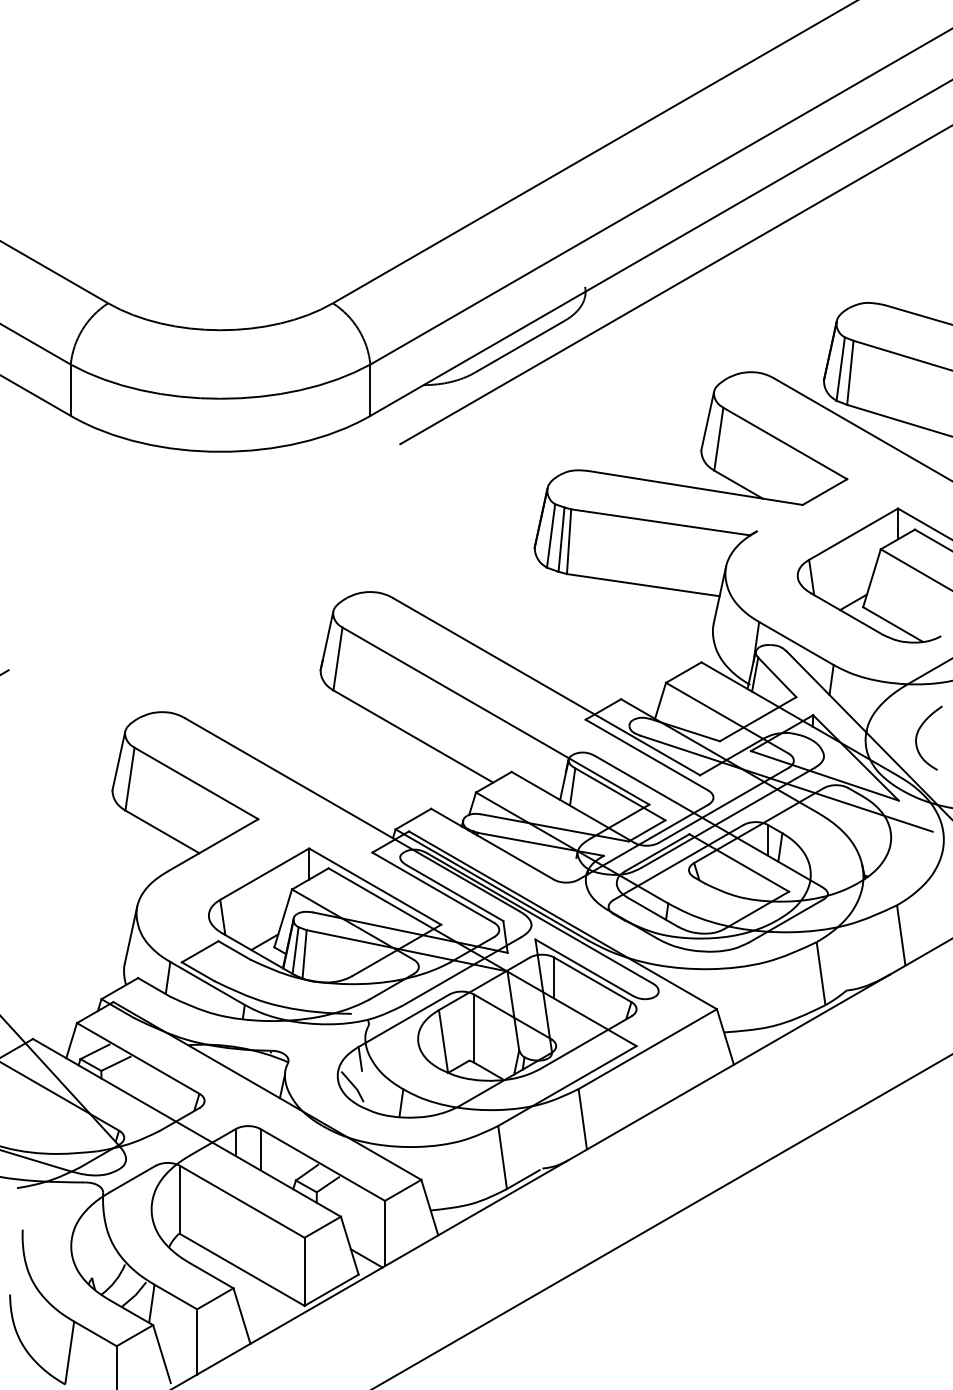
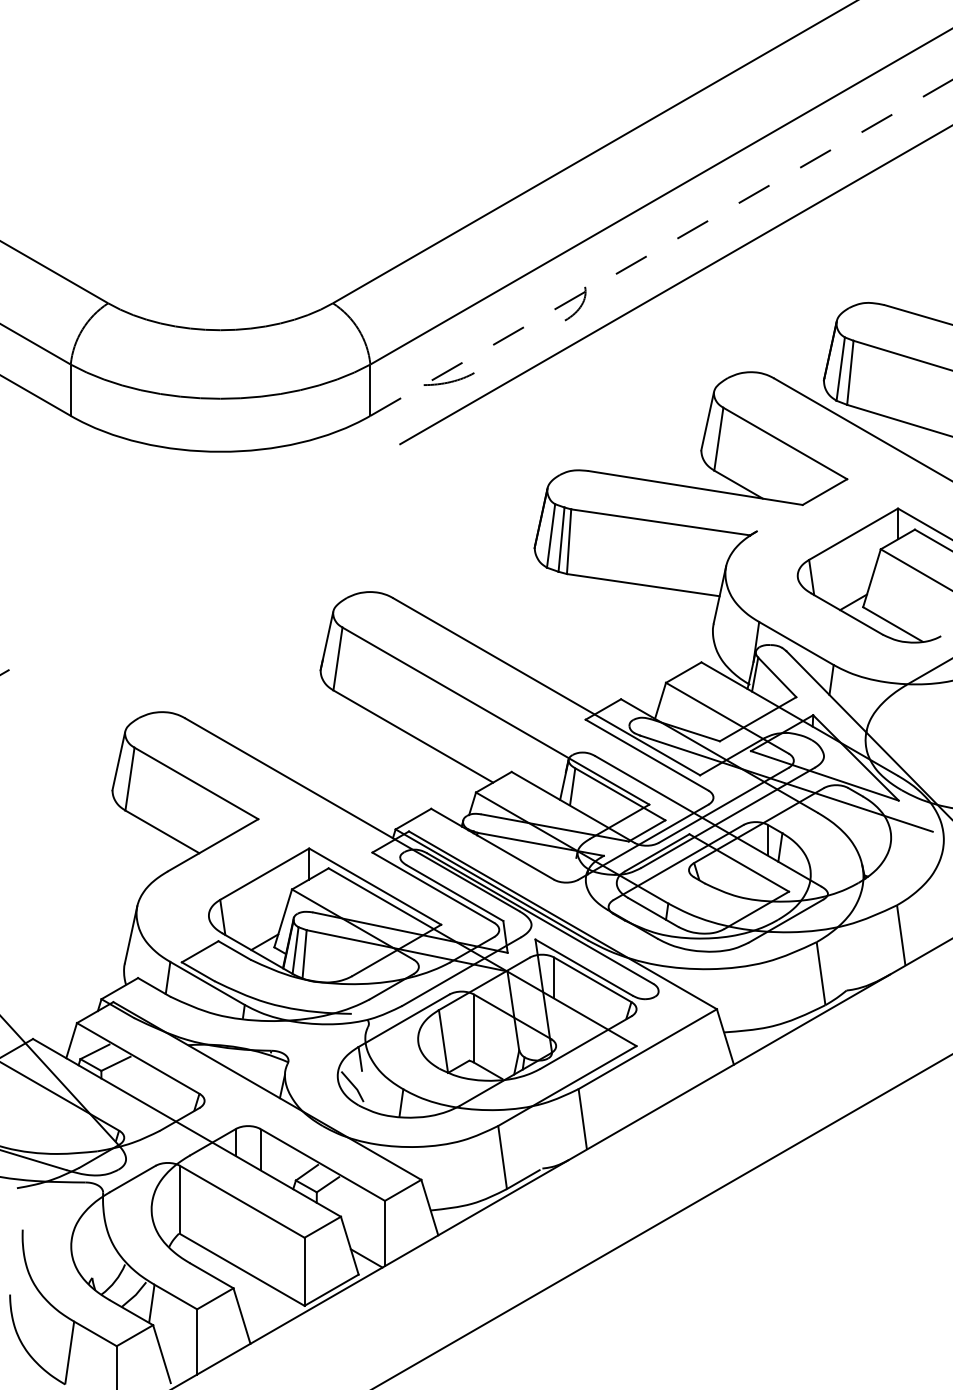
line at (662, 247): solid -> dashed
line at (519, 346): present -> none
curve at (918, 733): present -> none
